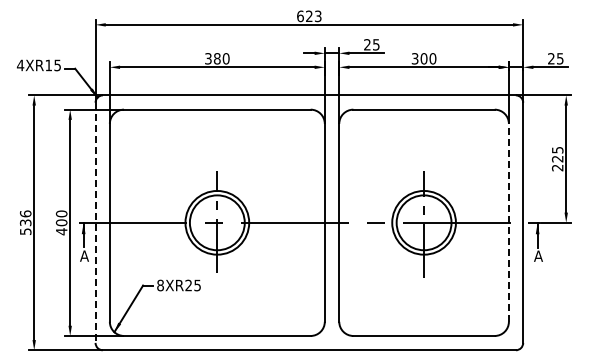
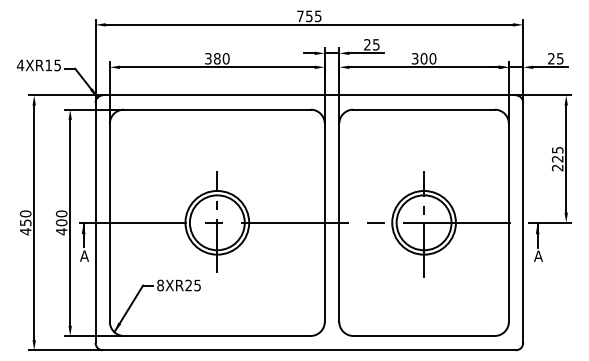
text at (309, 16): 623 -> 755
text at (25, 222): 536 -> 450
line at (508, 222): dashed -> solid
line at (95, 223): dashed -> solid
